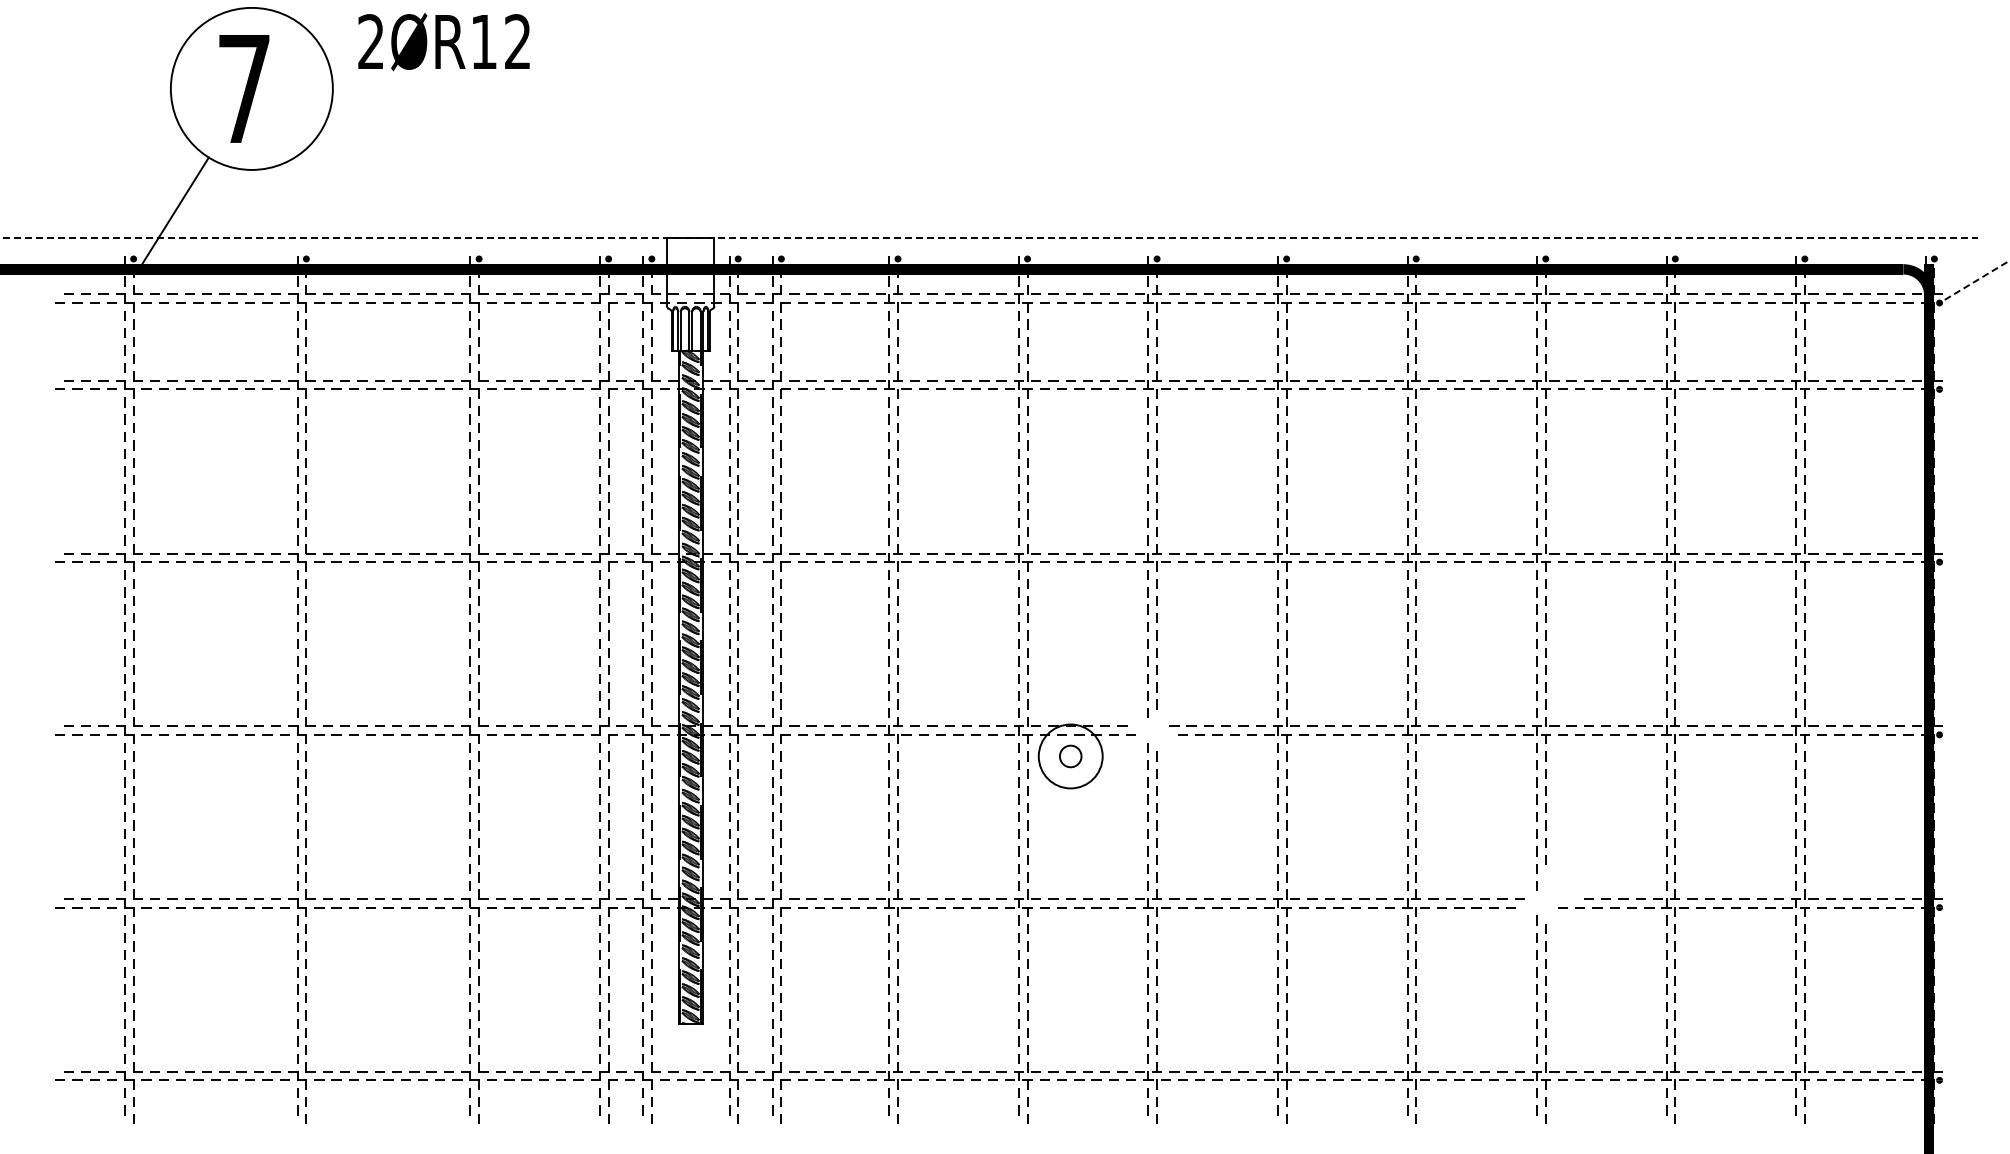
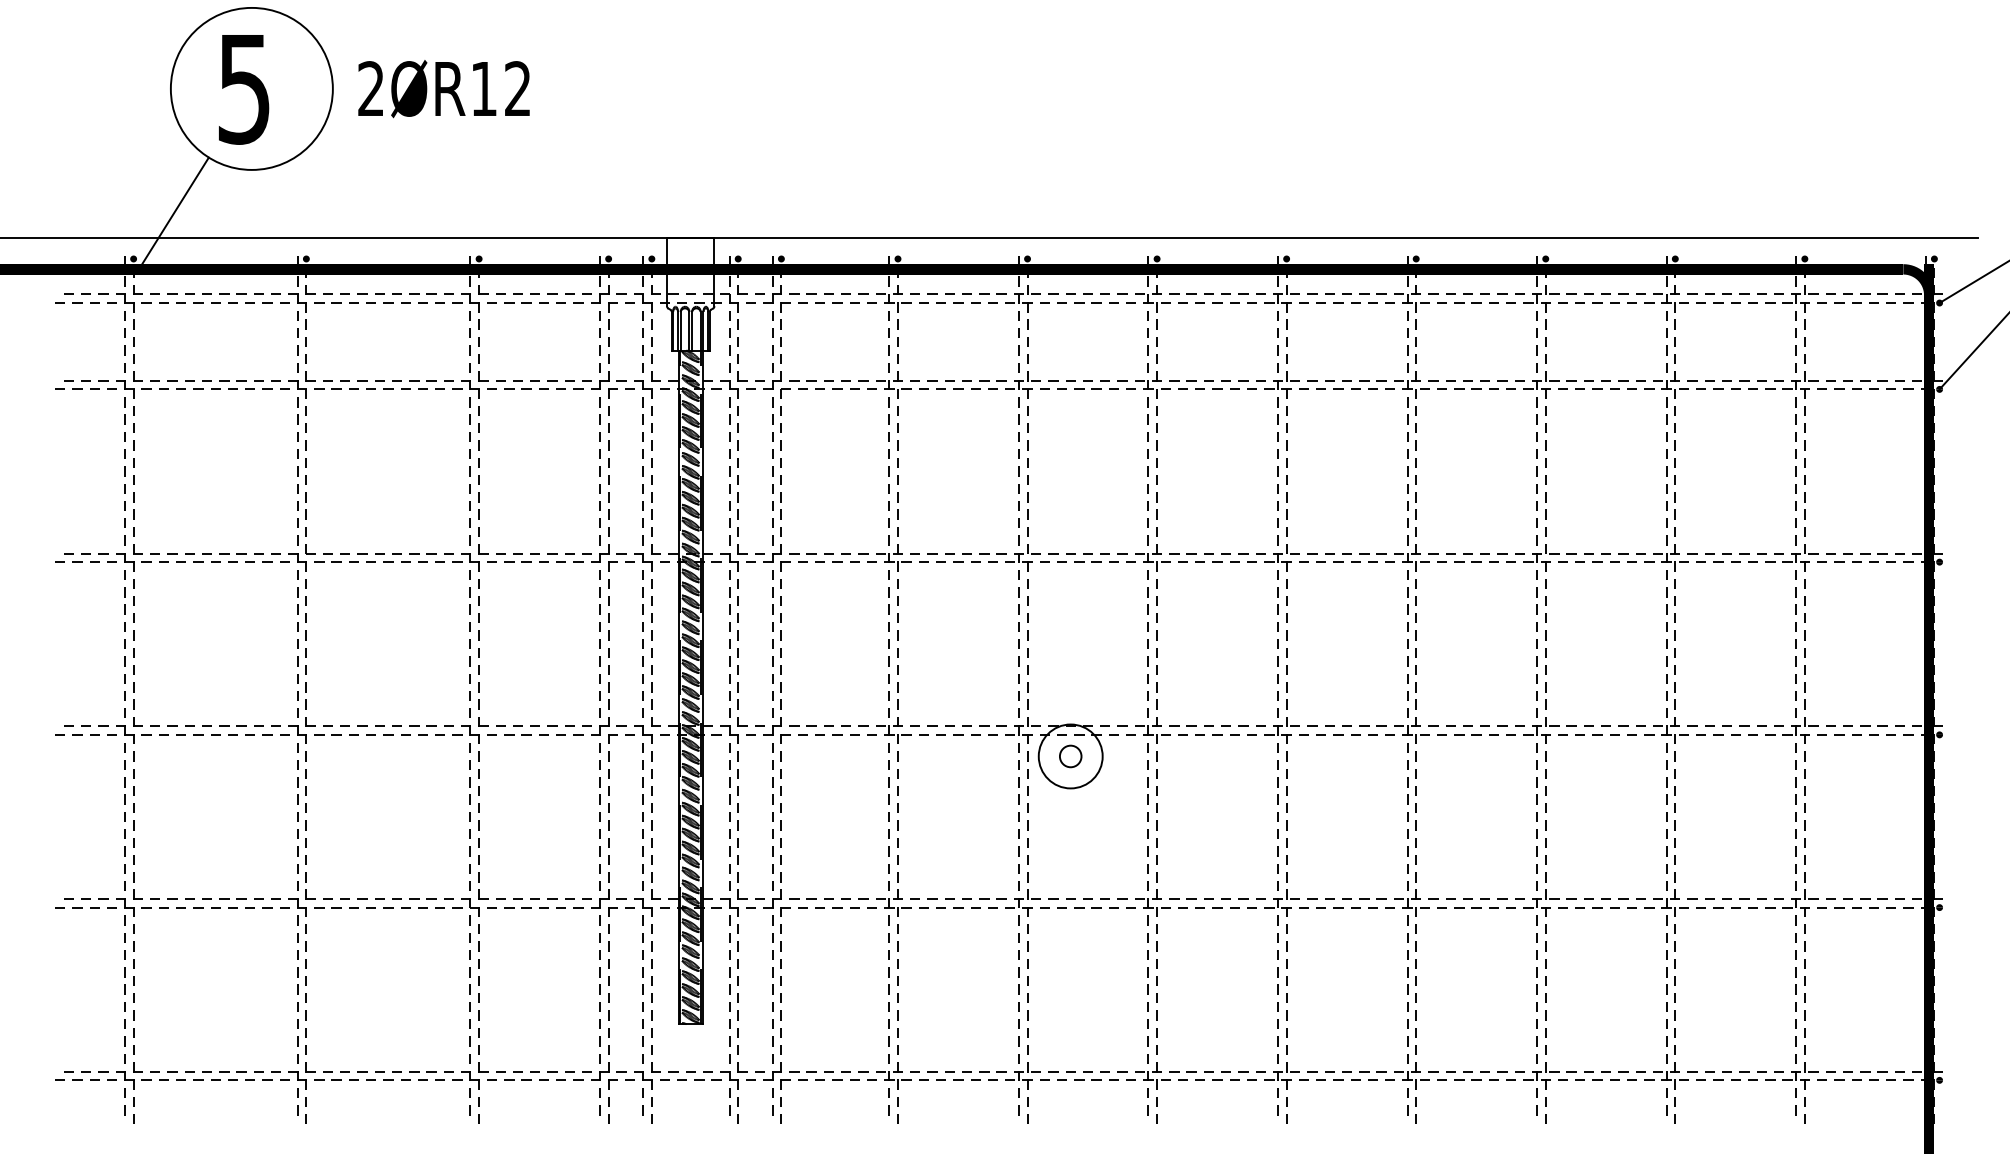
text at (443, 42) position: (443, 42) -> (443, 89)
text at (243, 89): 7 -> 5
line at (988, 238): dashed -> solid
line at (1974, 281): dashed -> solid
line at (1972, 352): none -> present
part at (1152, 730): none -> present
part at (1549, 894): none -> present
